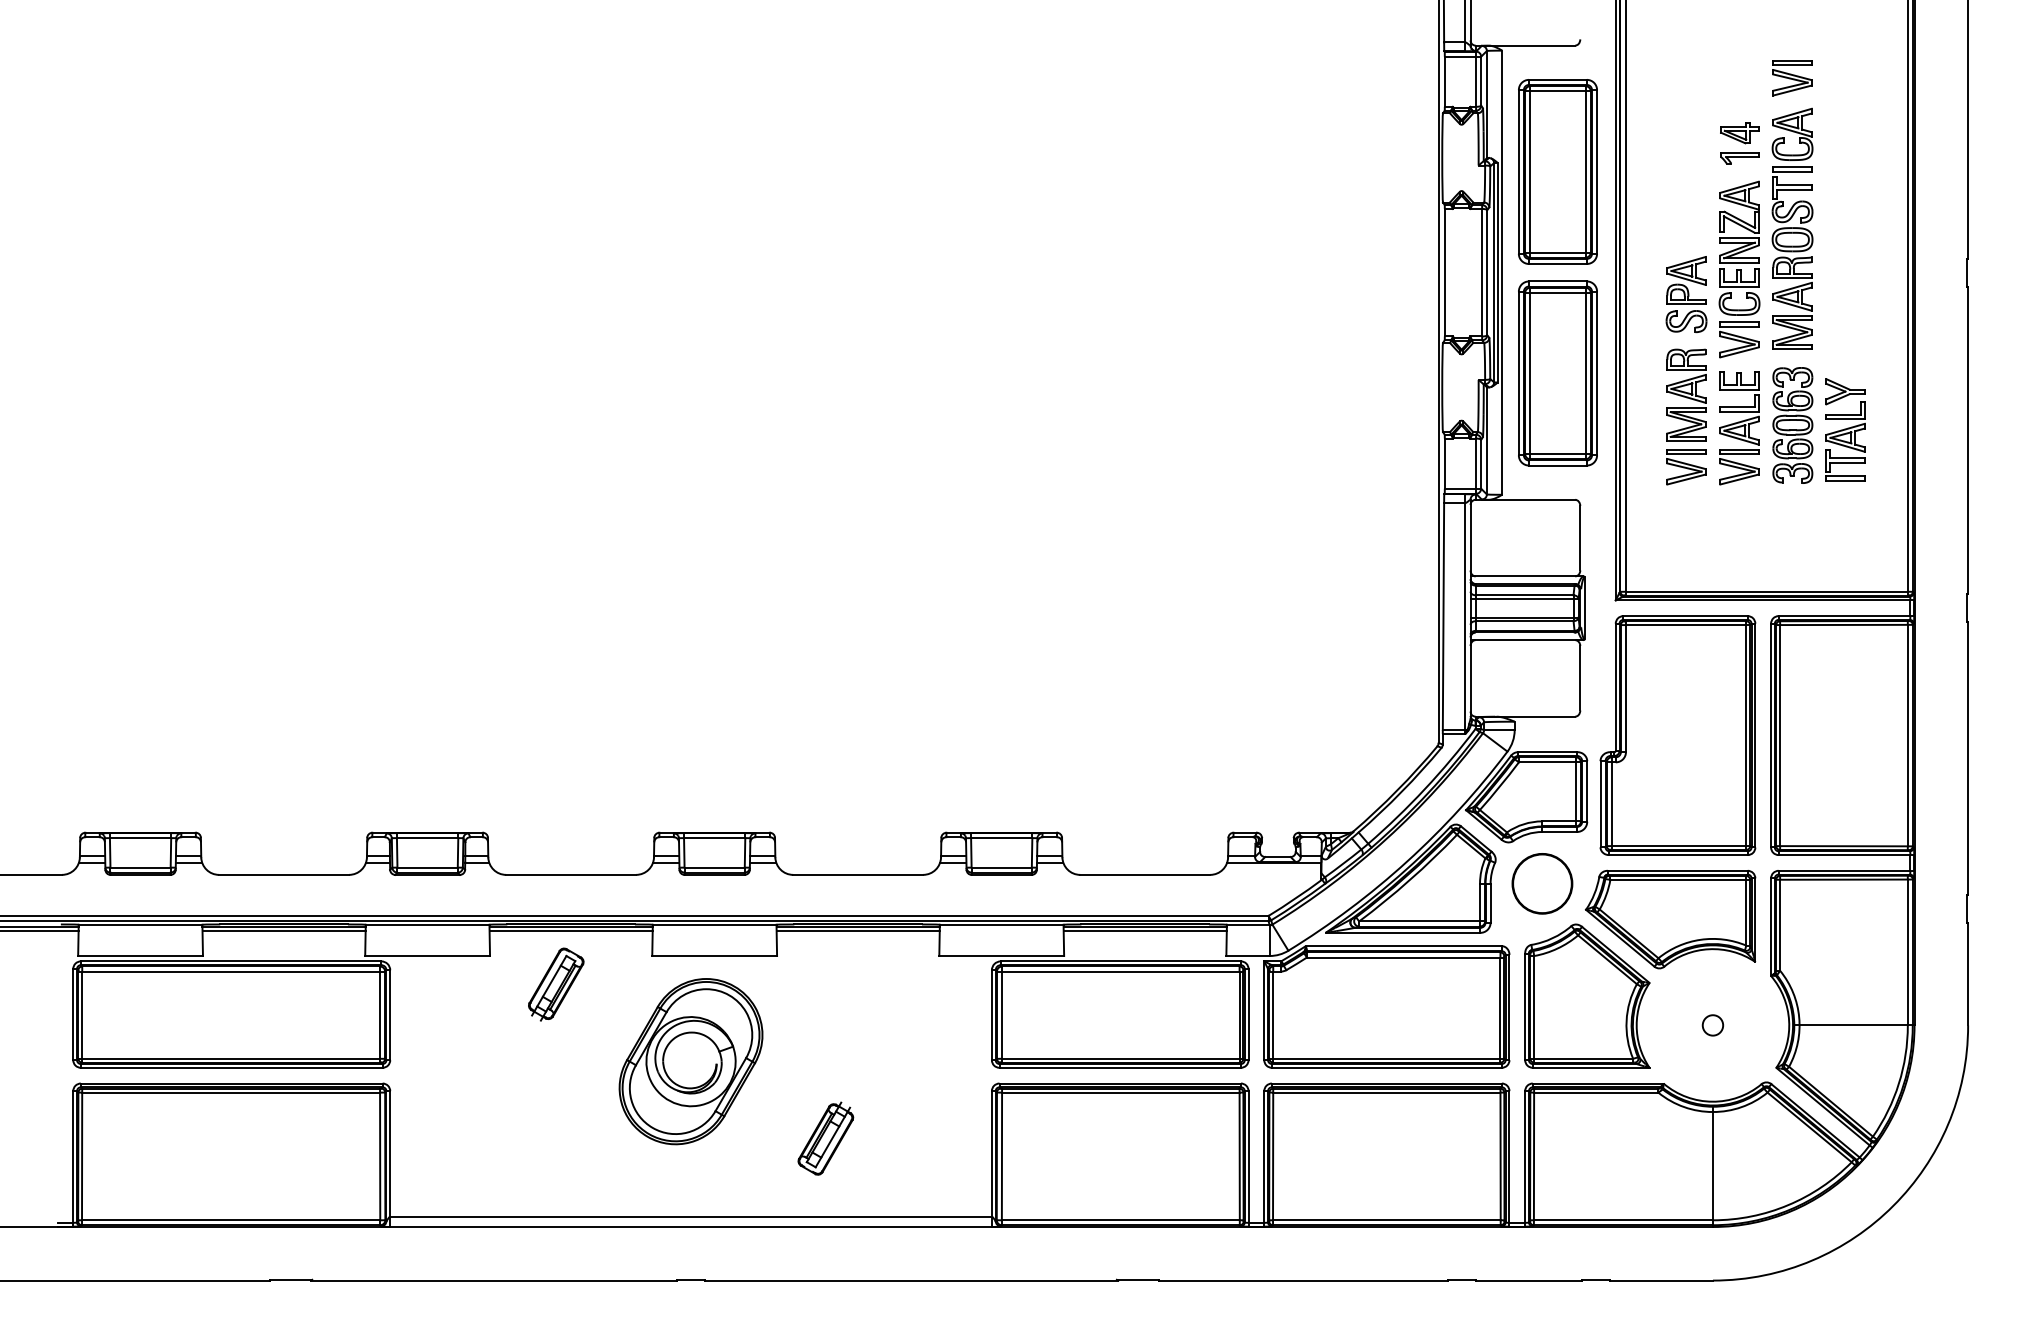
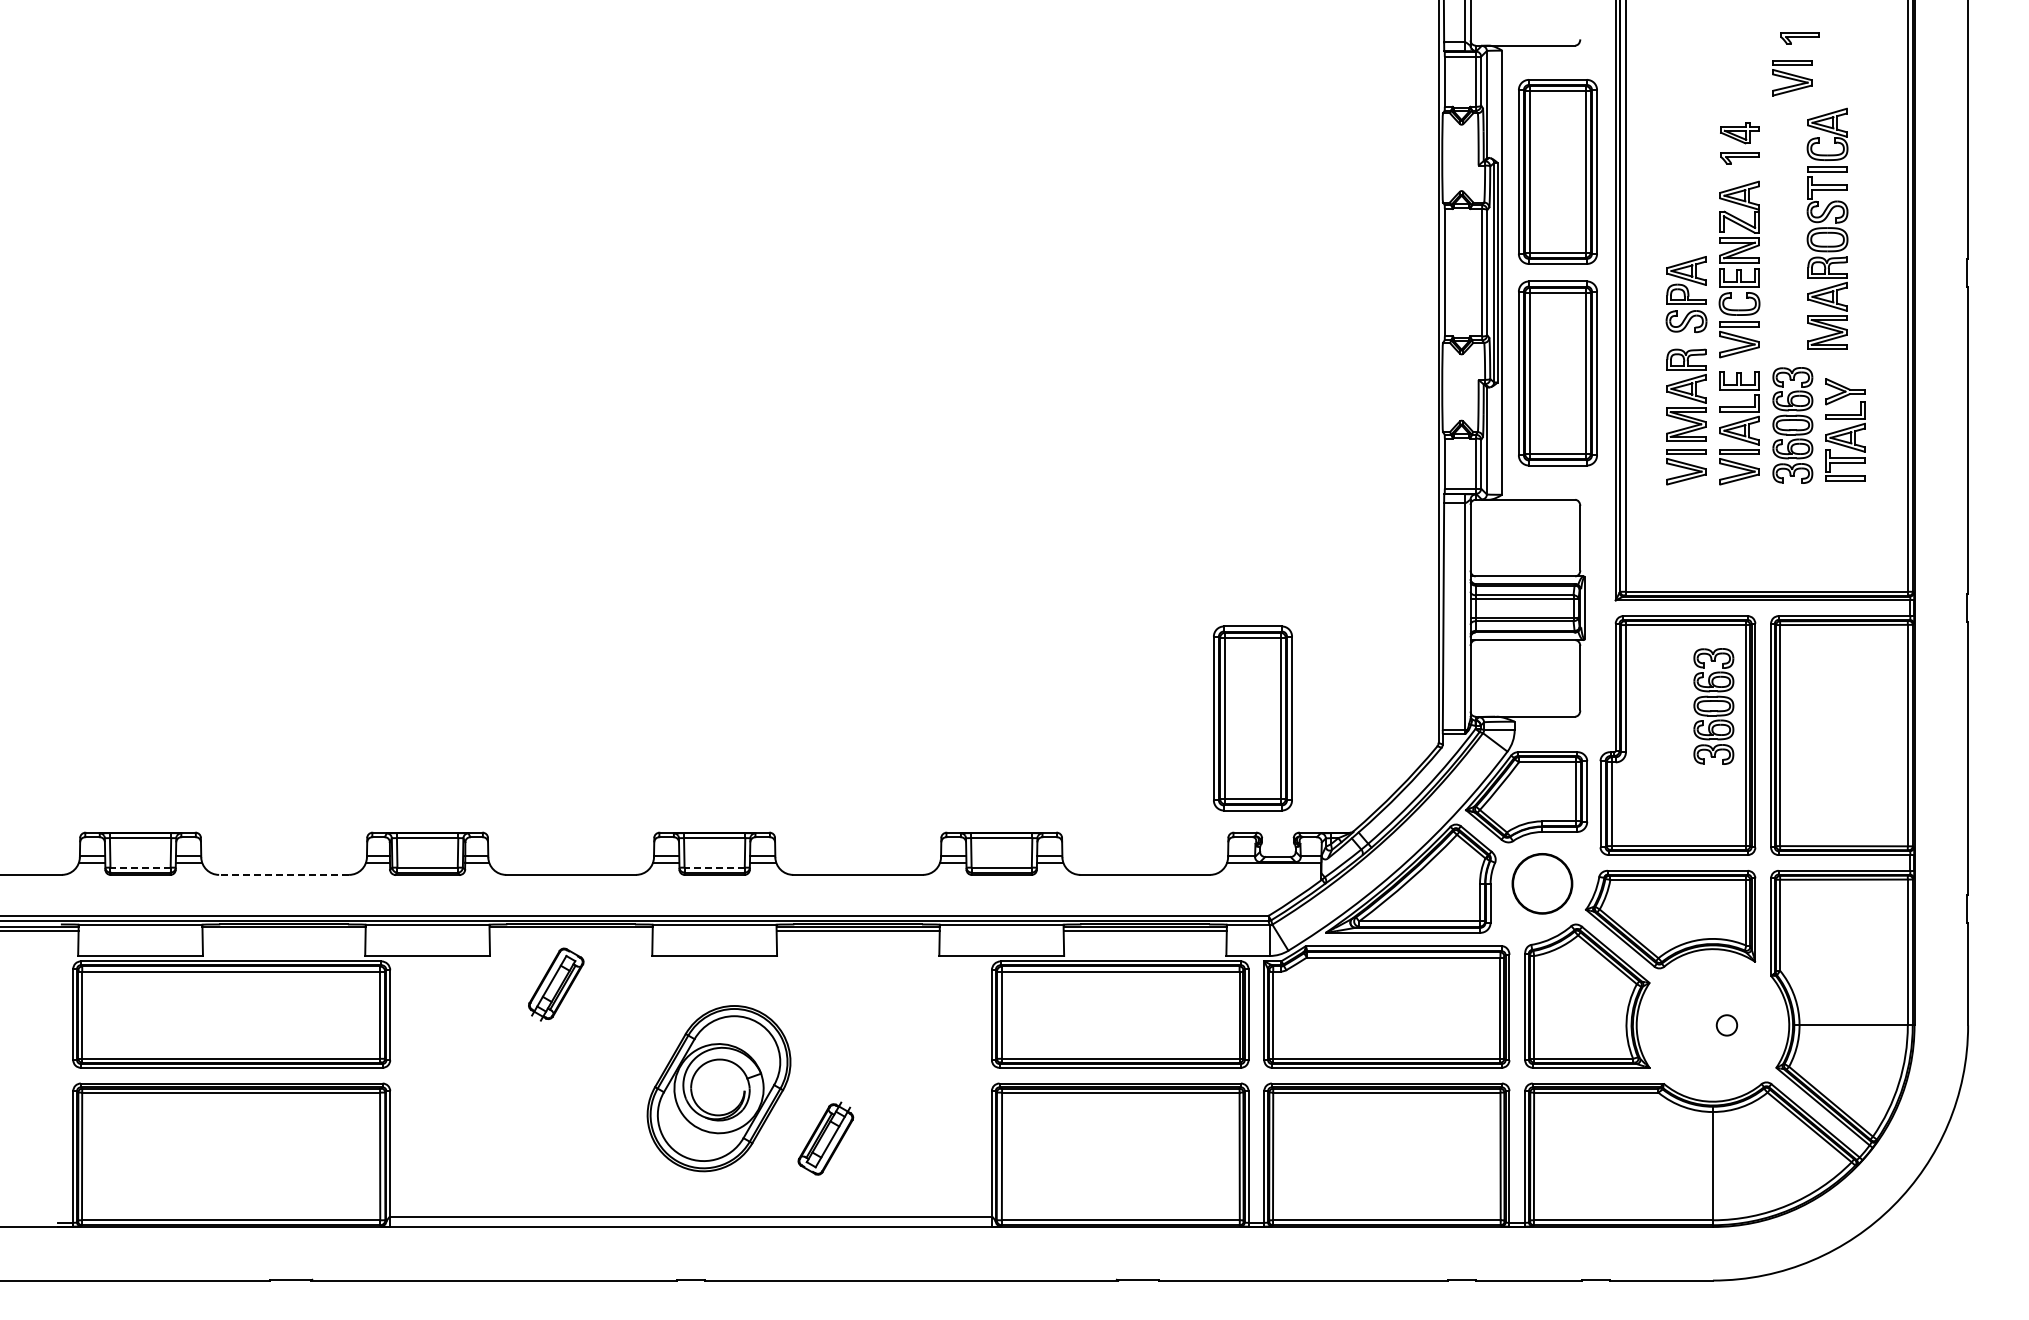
part at (1799, 38): none -> present
part at (1792, 228) position: (1792, 228) -> (1827, 228)
part at (1713, 706): none -> present
part at (1252, 718): none -> present
line at (140, 867): solid -> dashed
line at (714, 867): solid -> dashed
line at (284, 874): solid -> dashed
line at (283, 930): present -> none
line at (570, 930): present -> none
circle at (1712, 1025) position: (1712, 1025) -> (1726, 1025)
part at (690, 1061) position: (690, 1061) -> (718, 1088)
